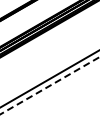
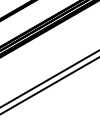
line at (50, 85): dashed -> solid
